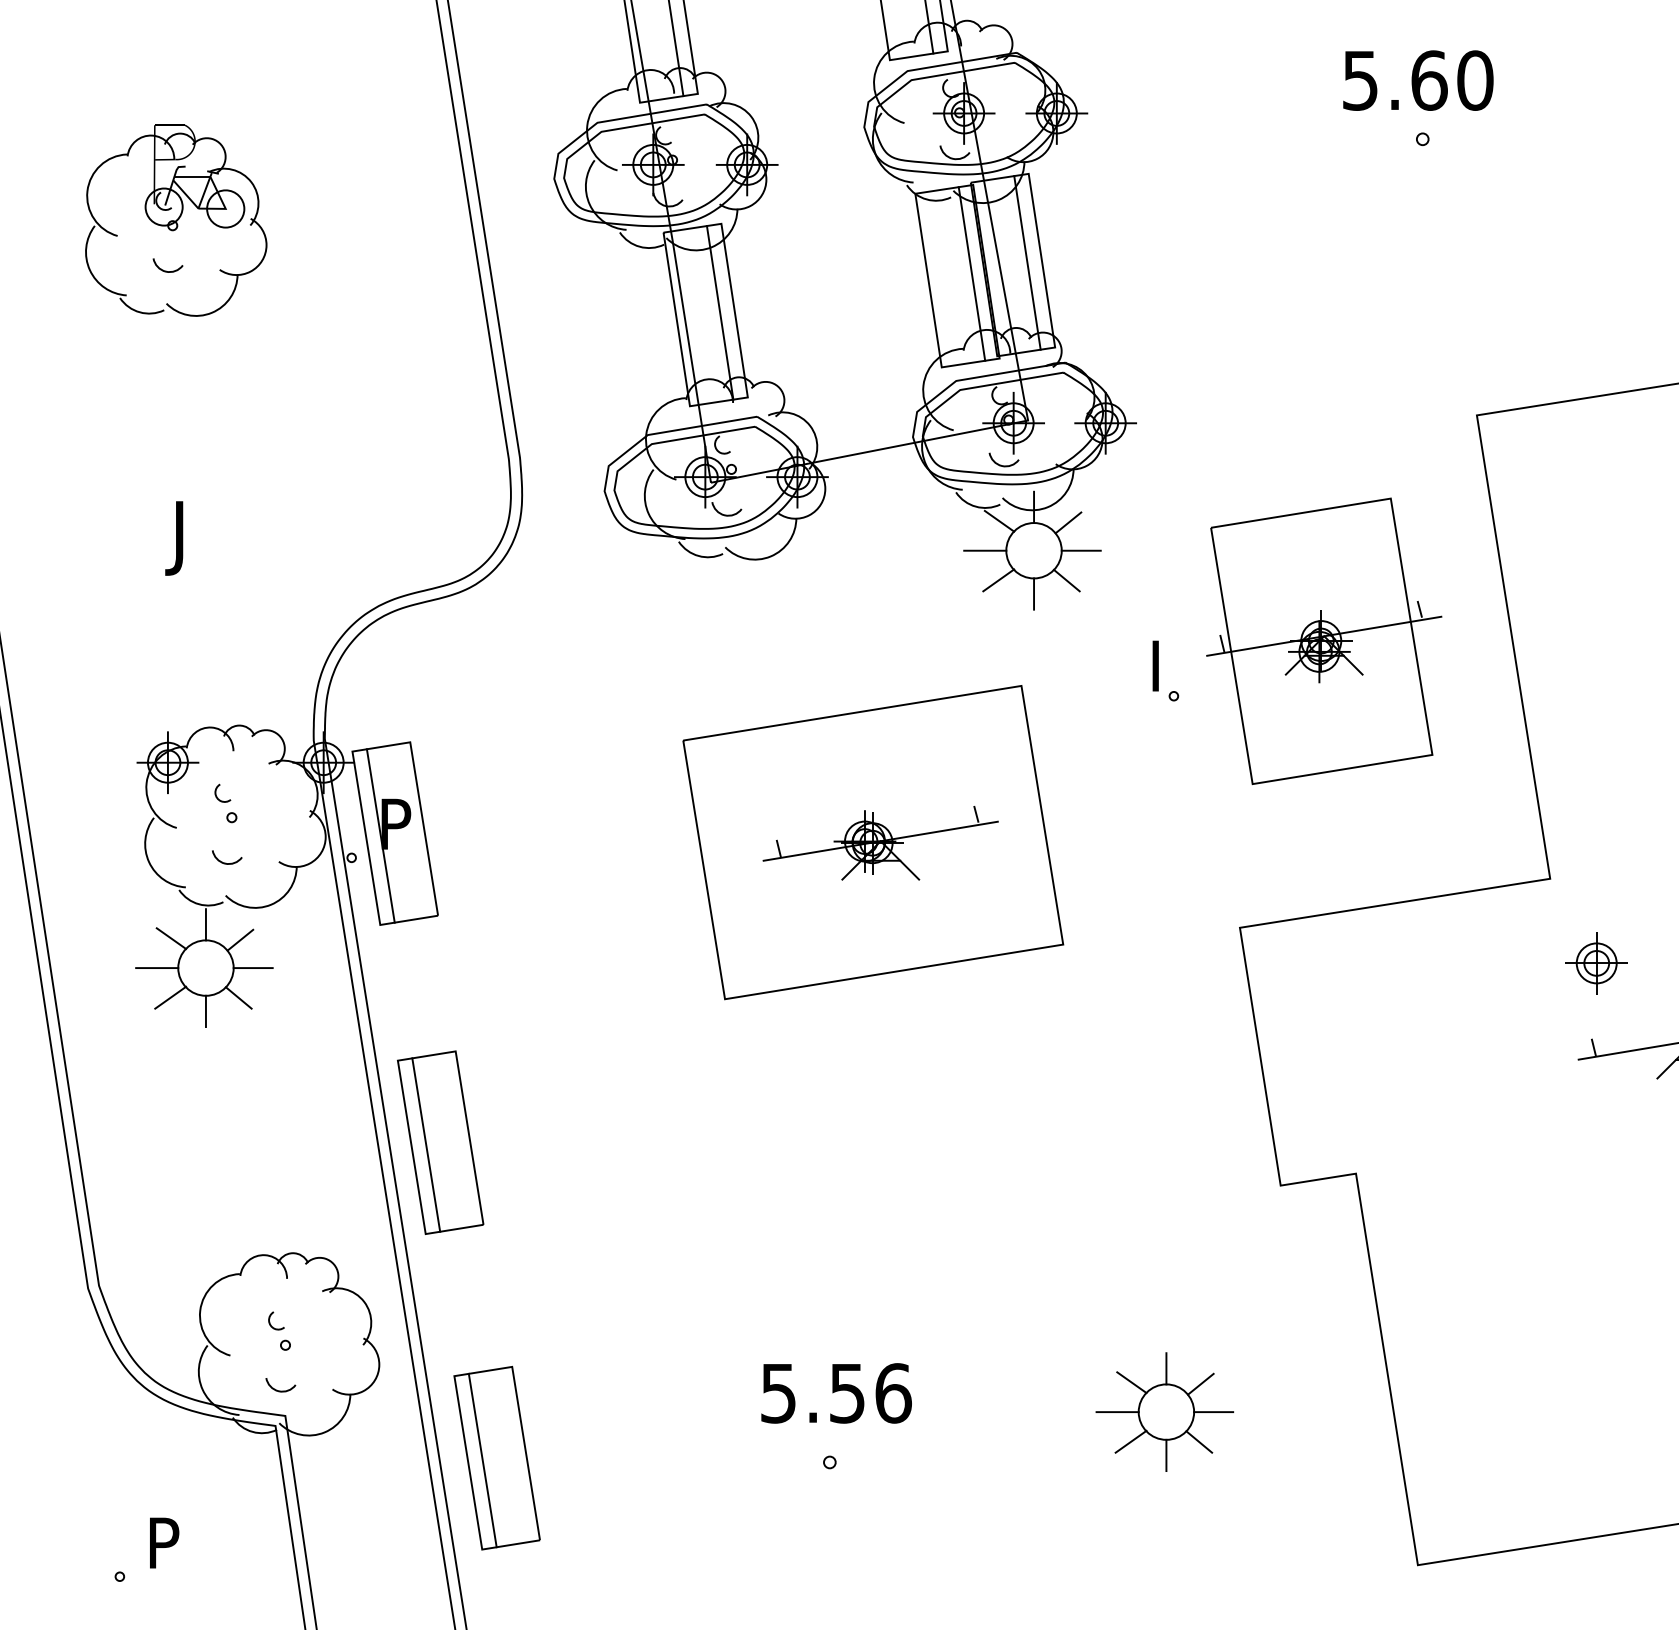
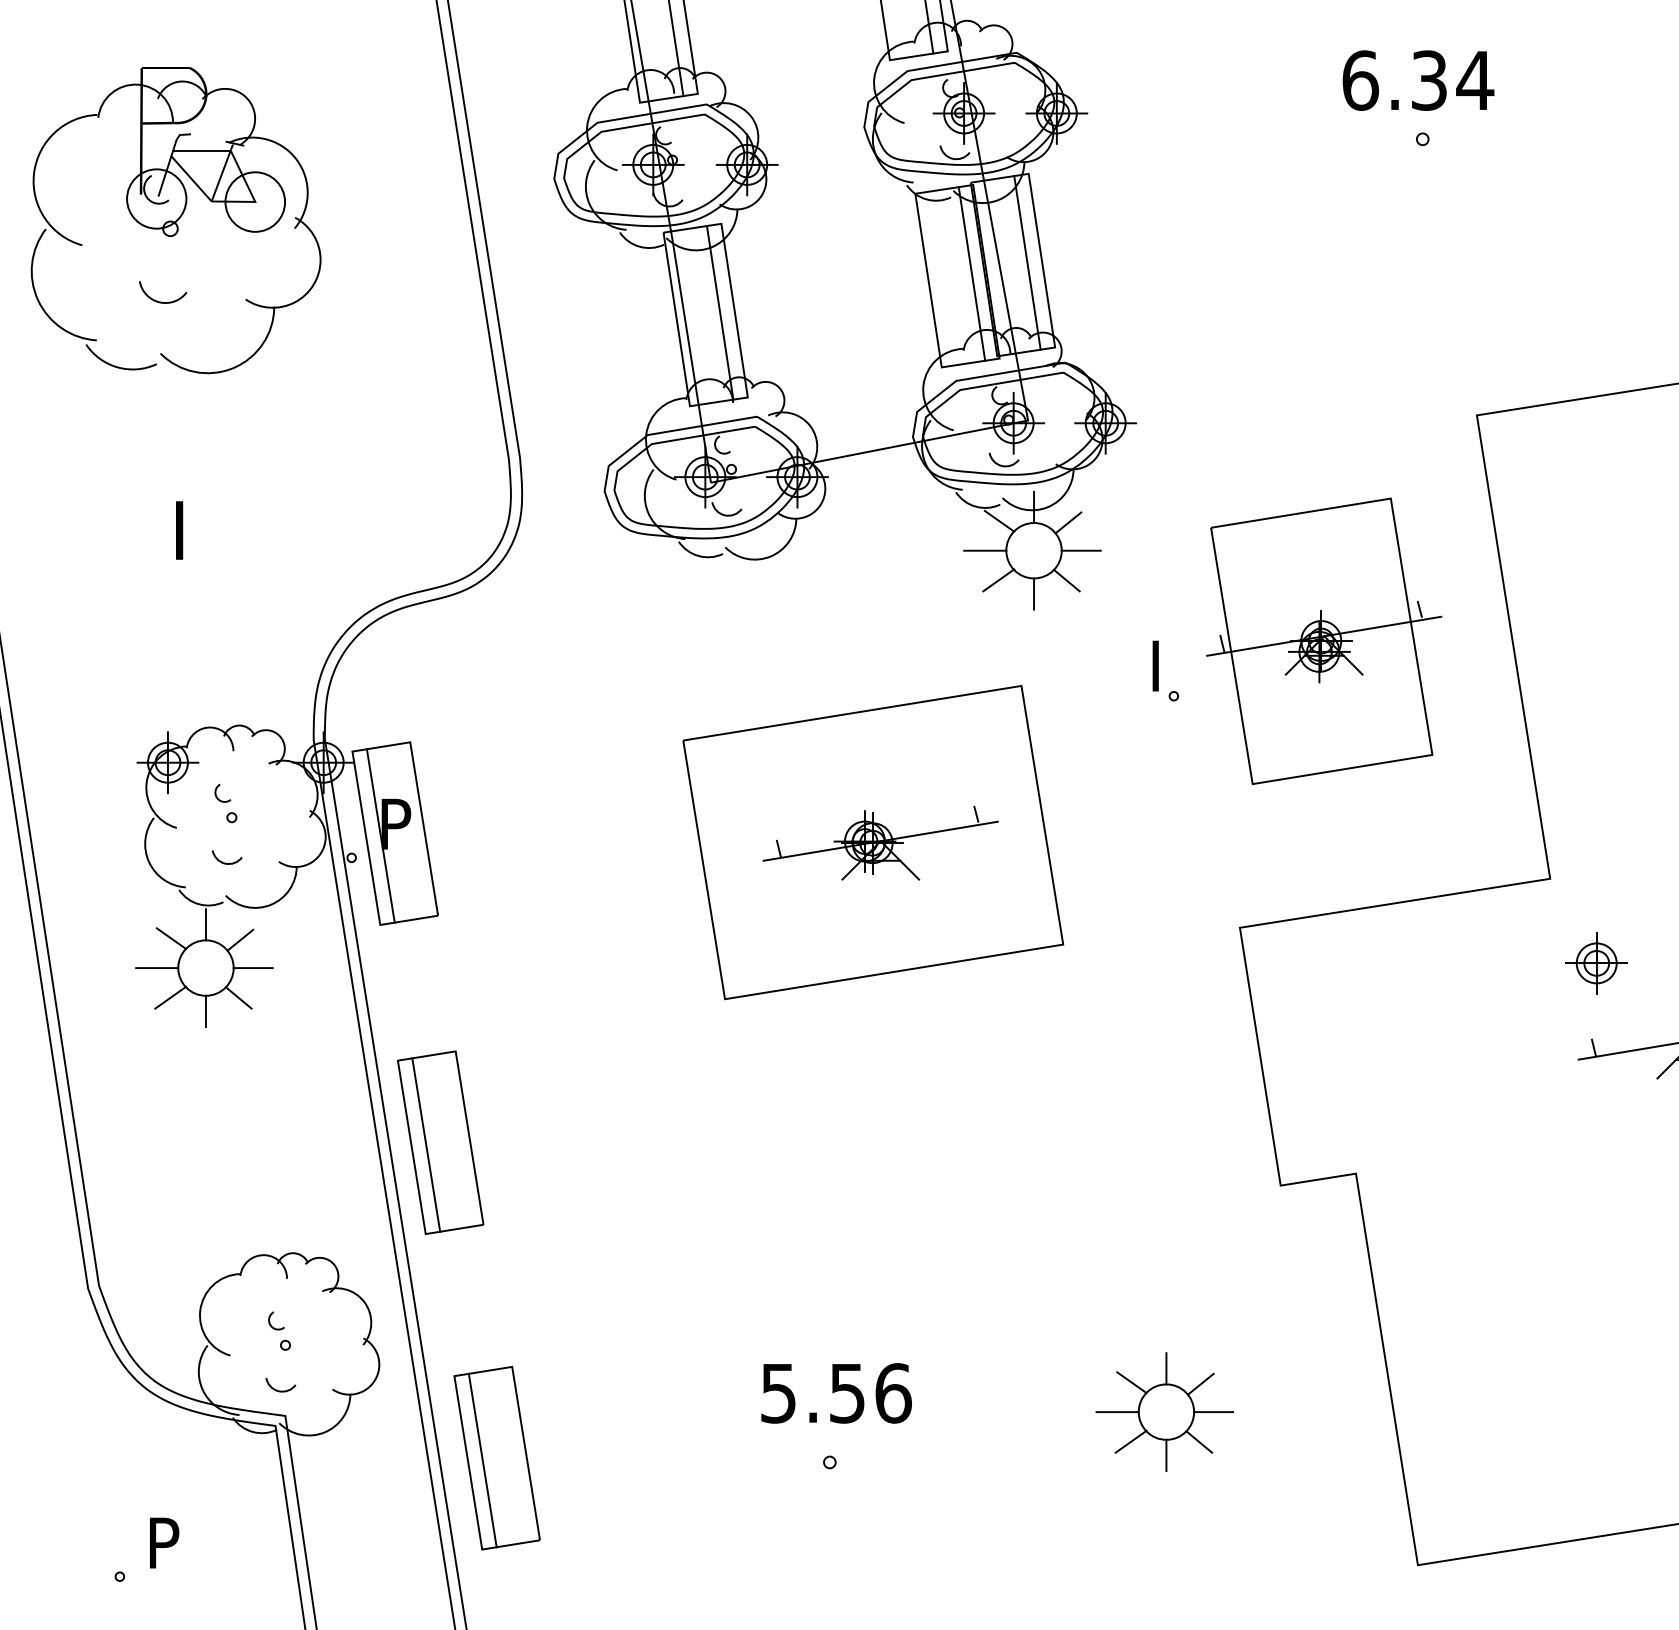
text at (1418, 80): 5.60 -> 6.34
part at (176, 220) size: 183x193 px -> 292x308 px
text at (174, 567): J -> I
